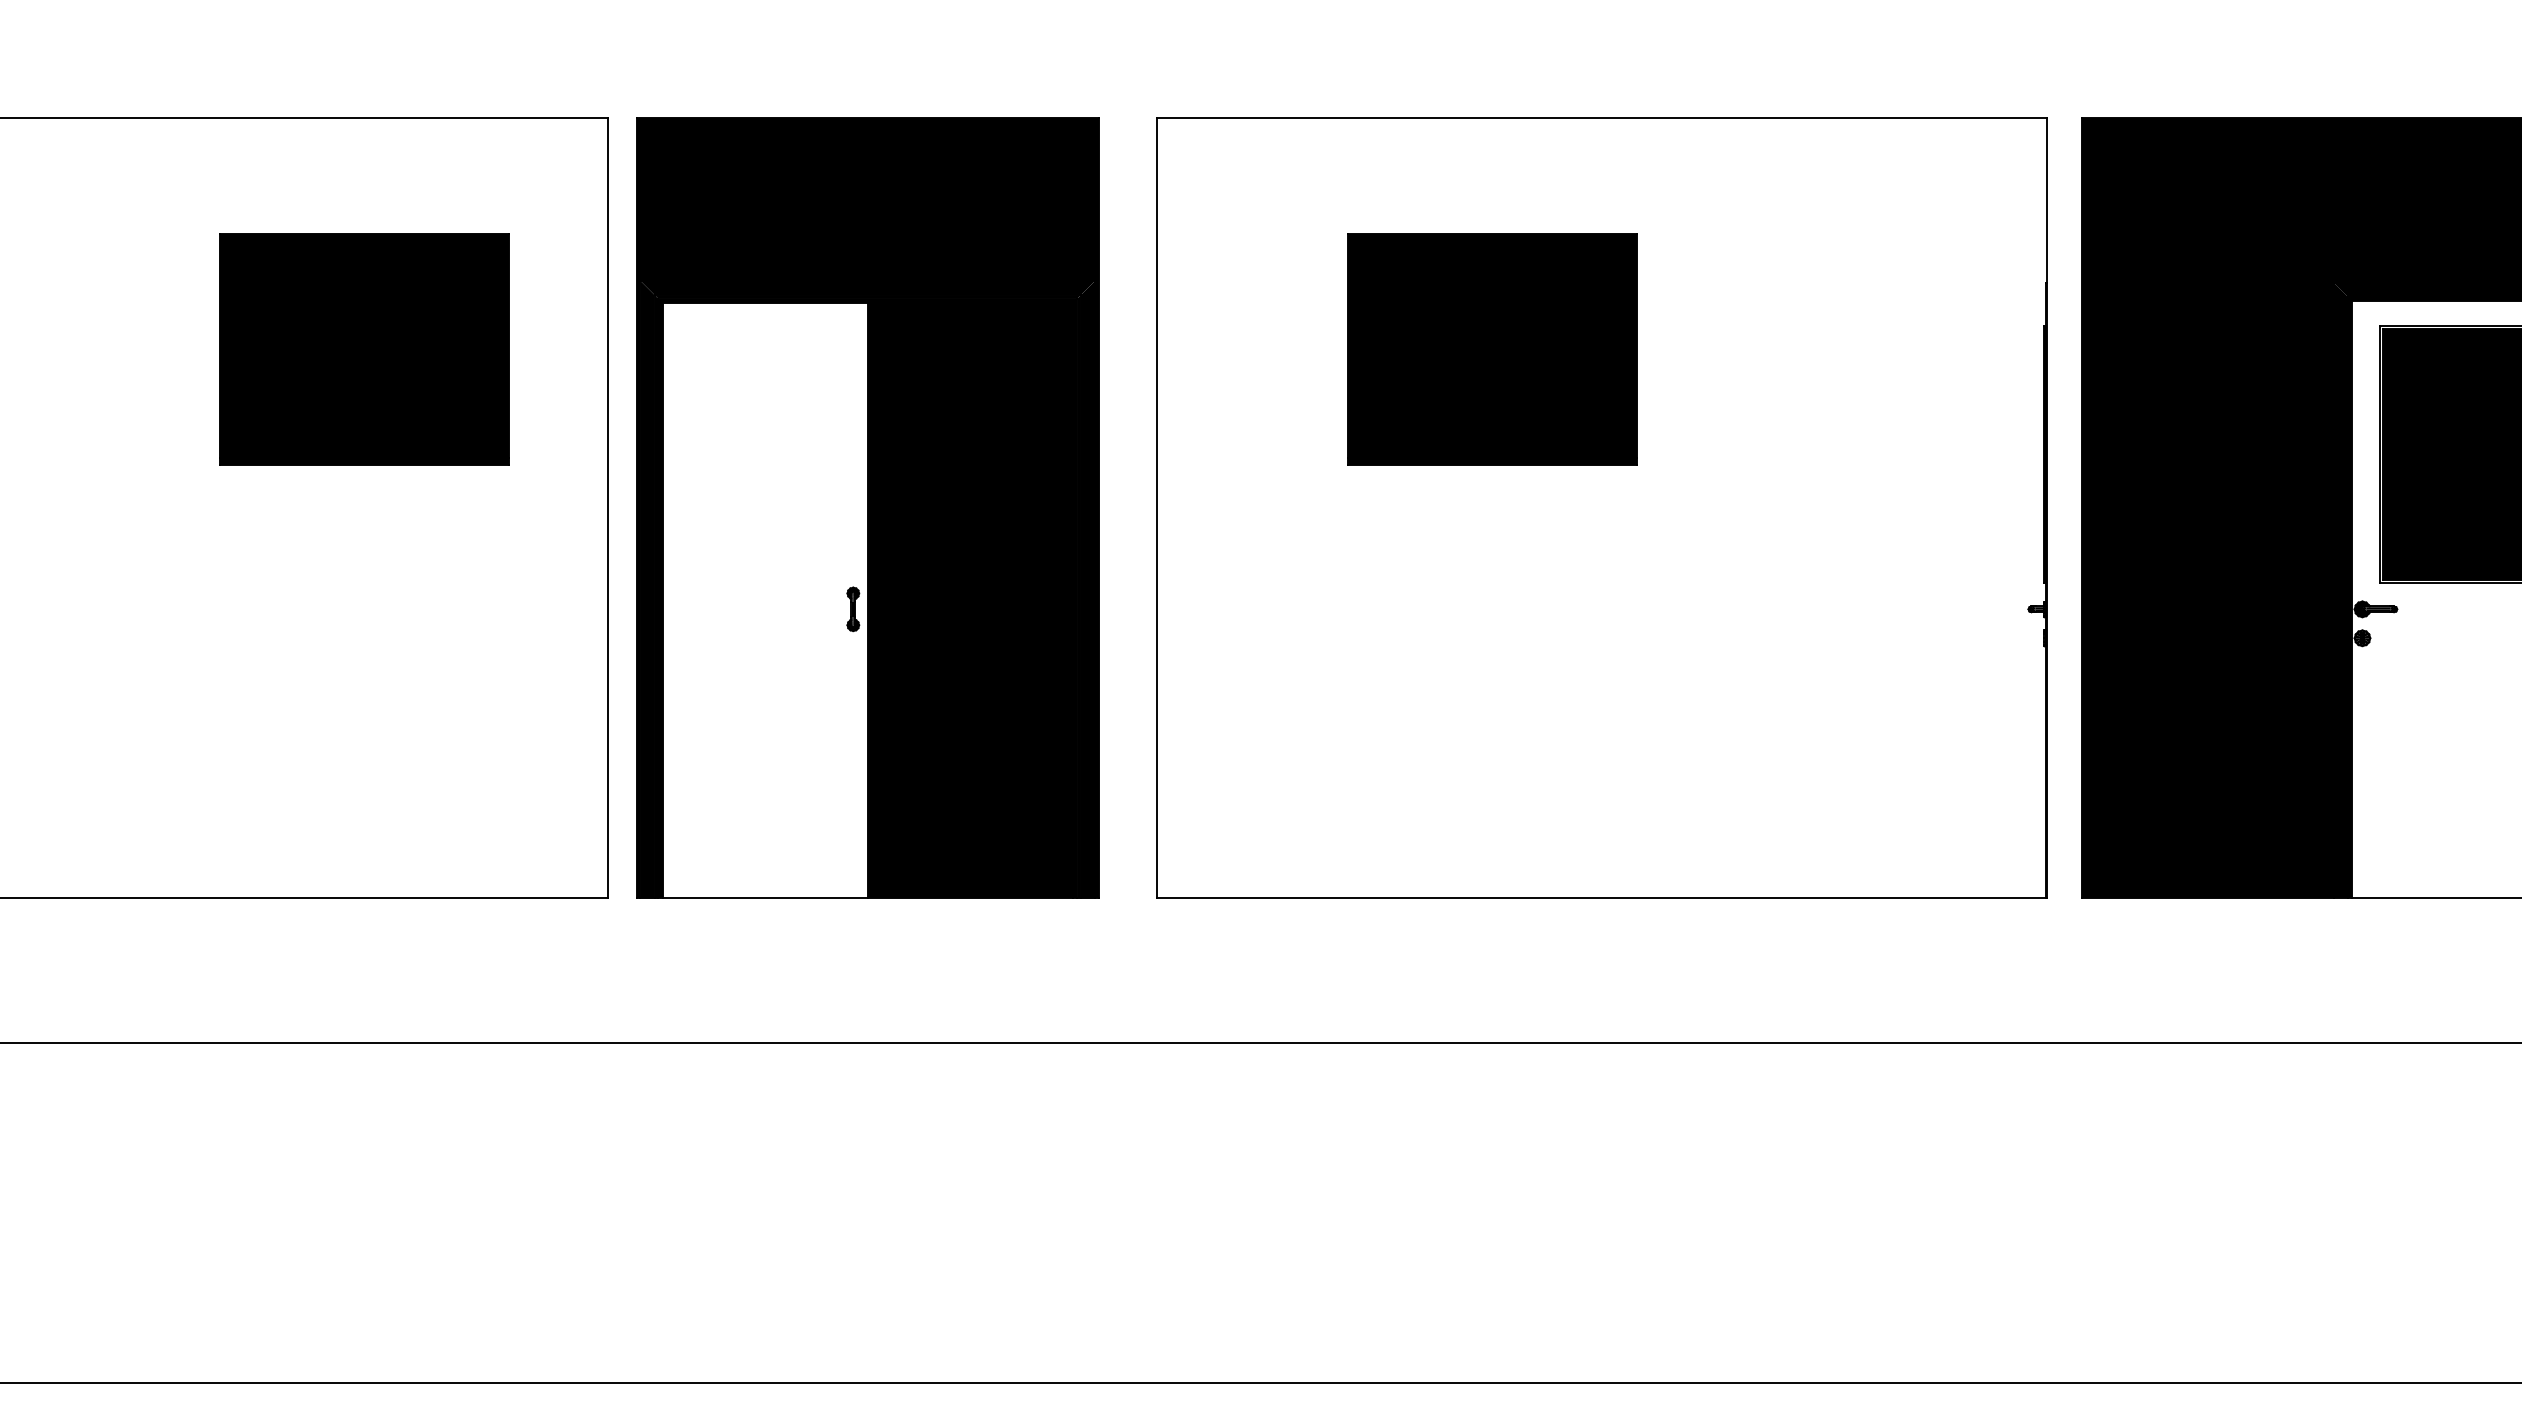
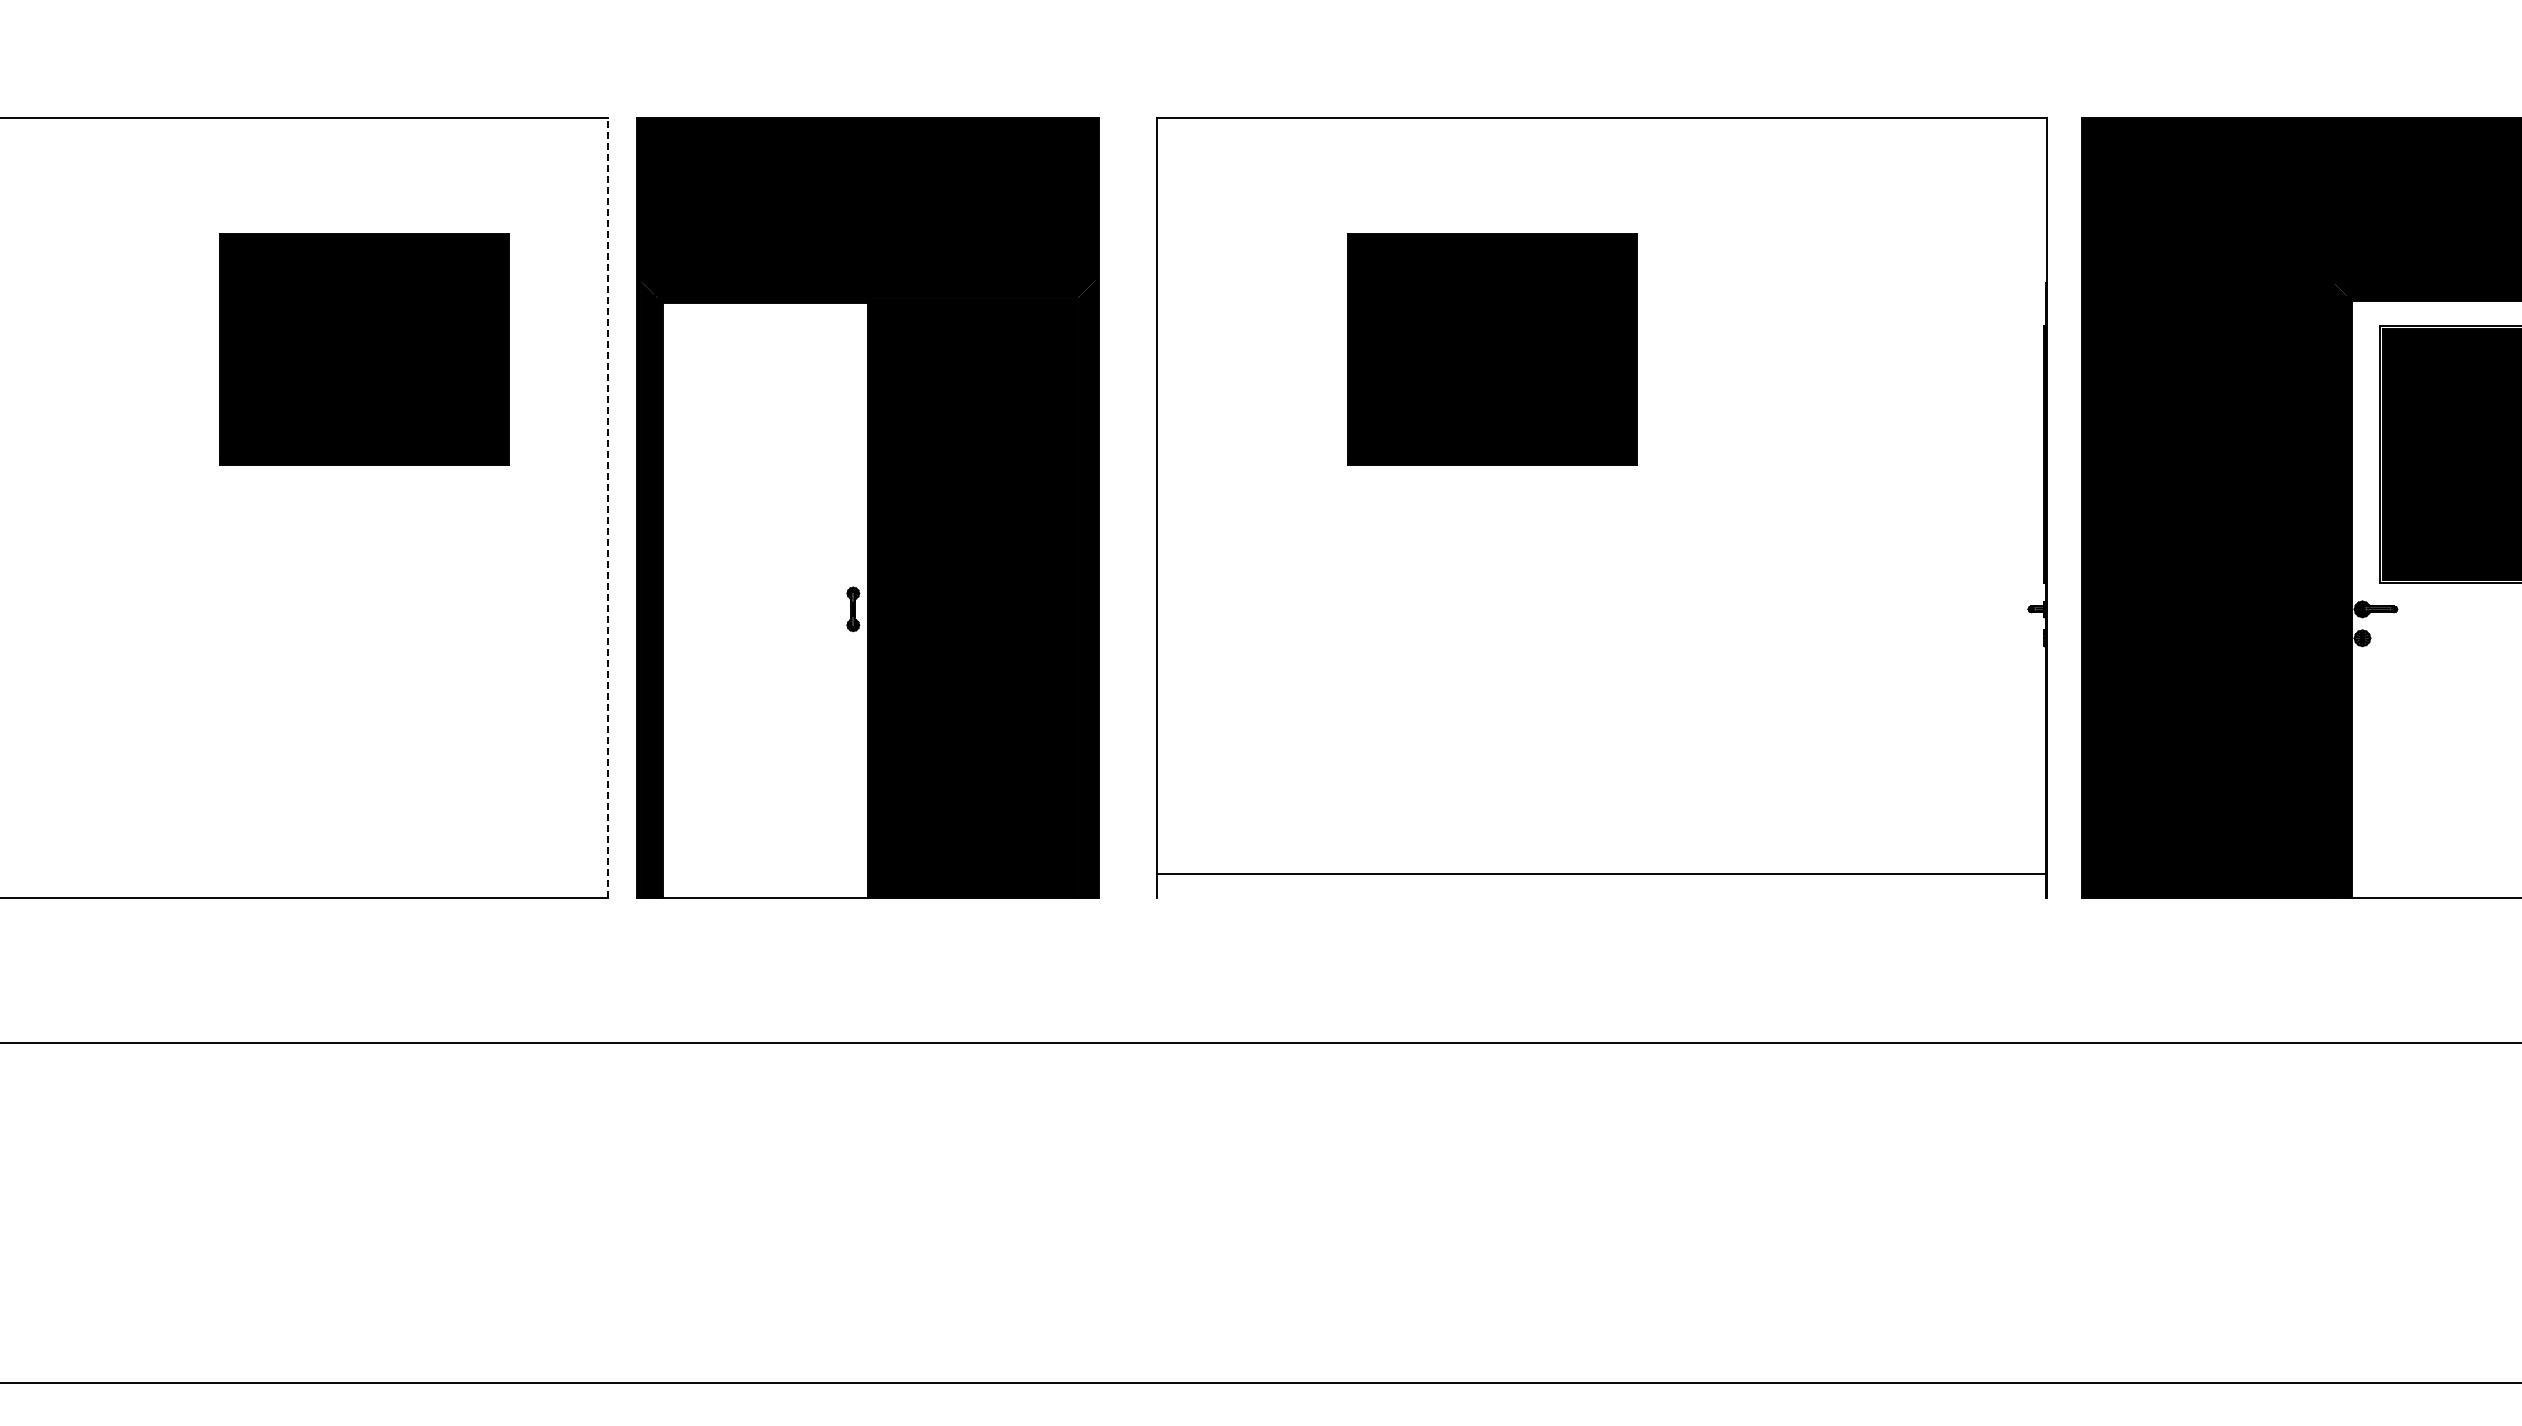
line at (607, 507): solid -> dashed
line at (1601, 898) position: (1601, 898) -> (1601, 874)
